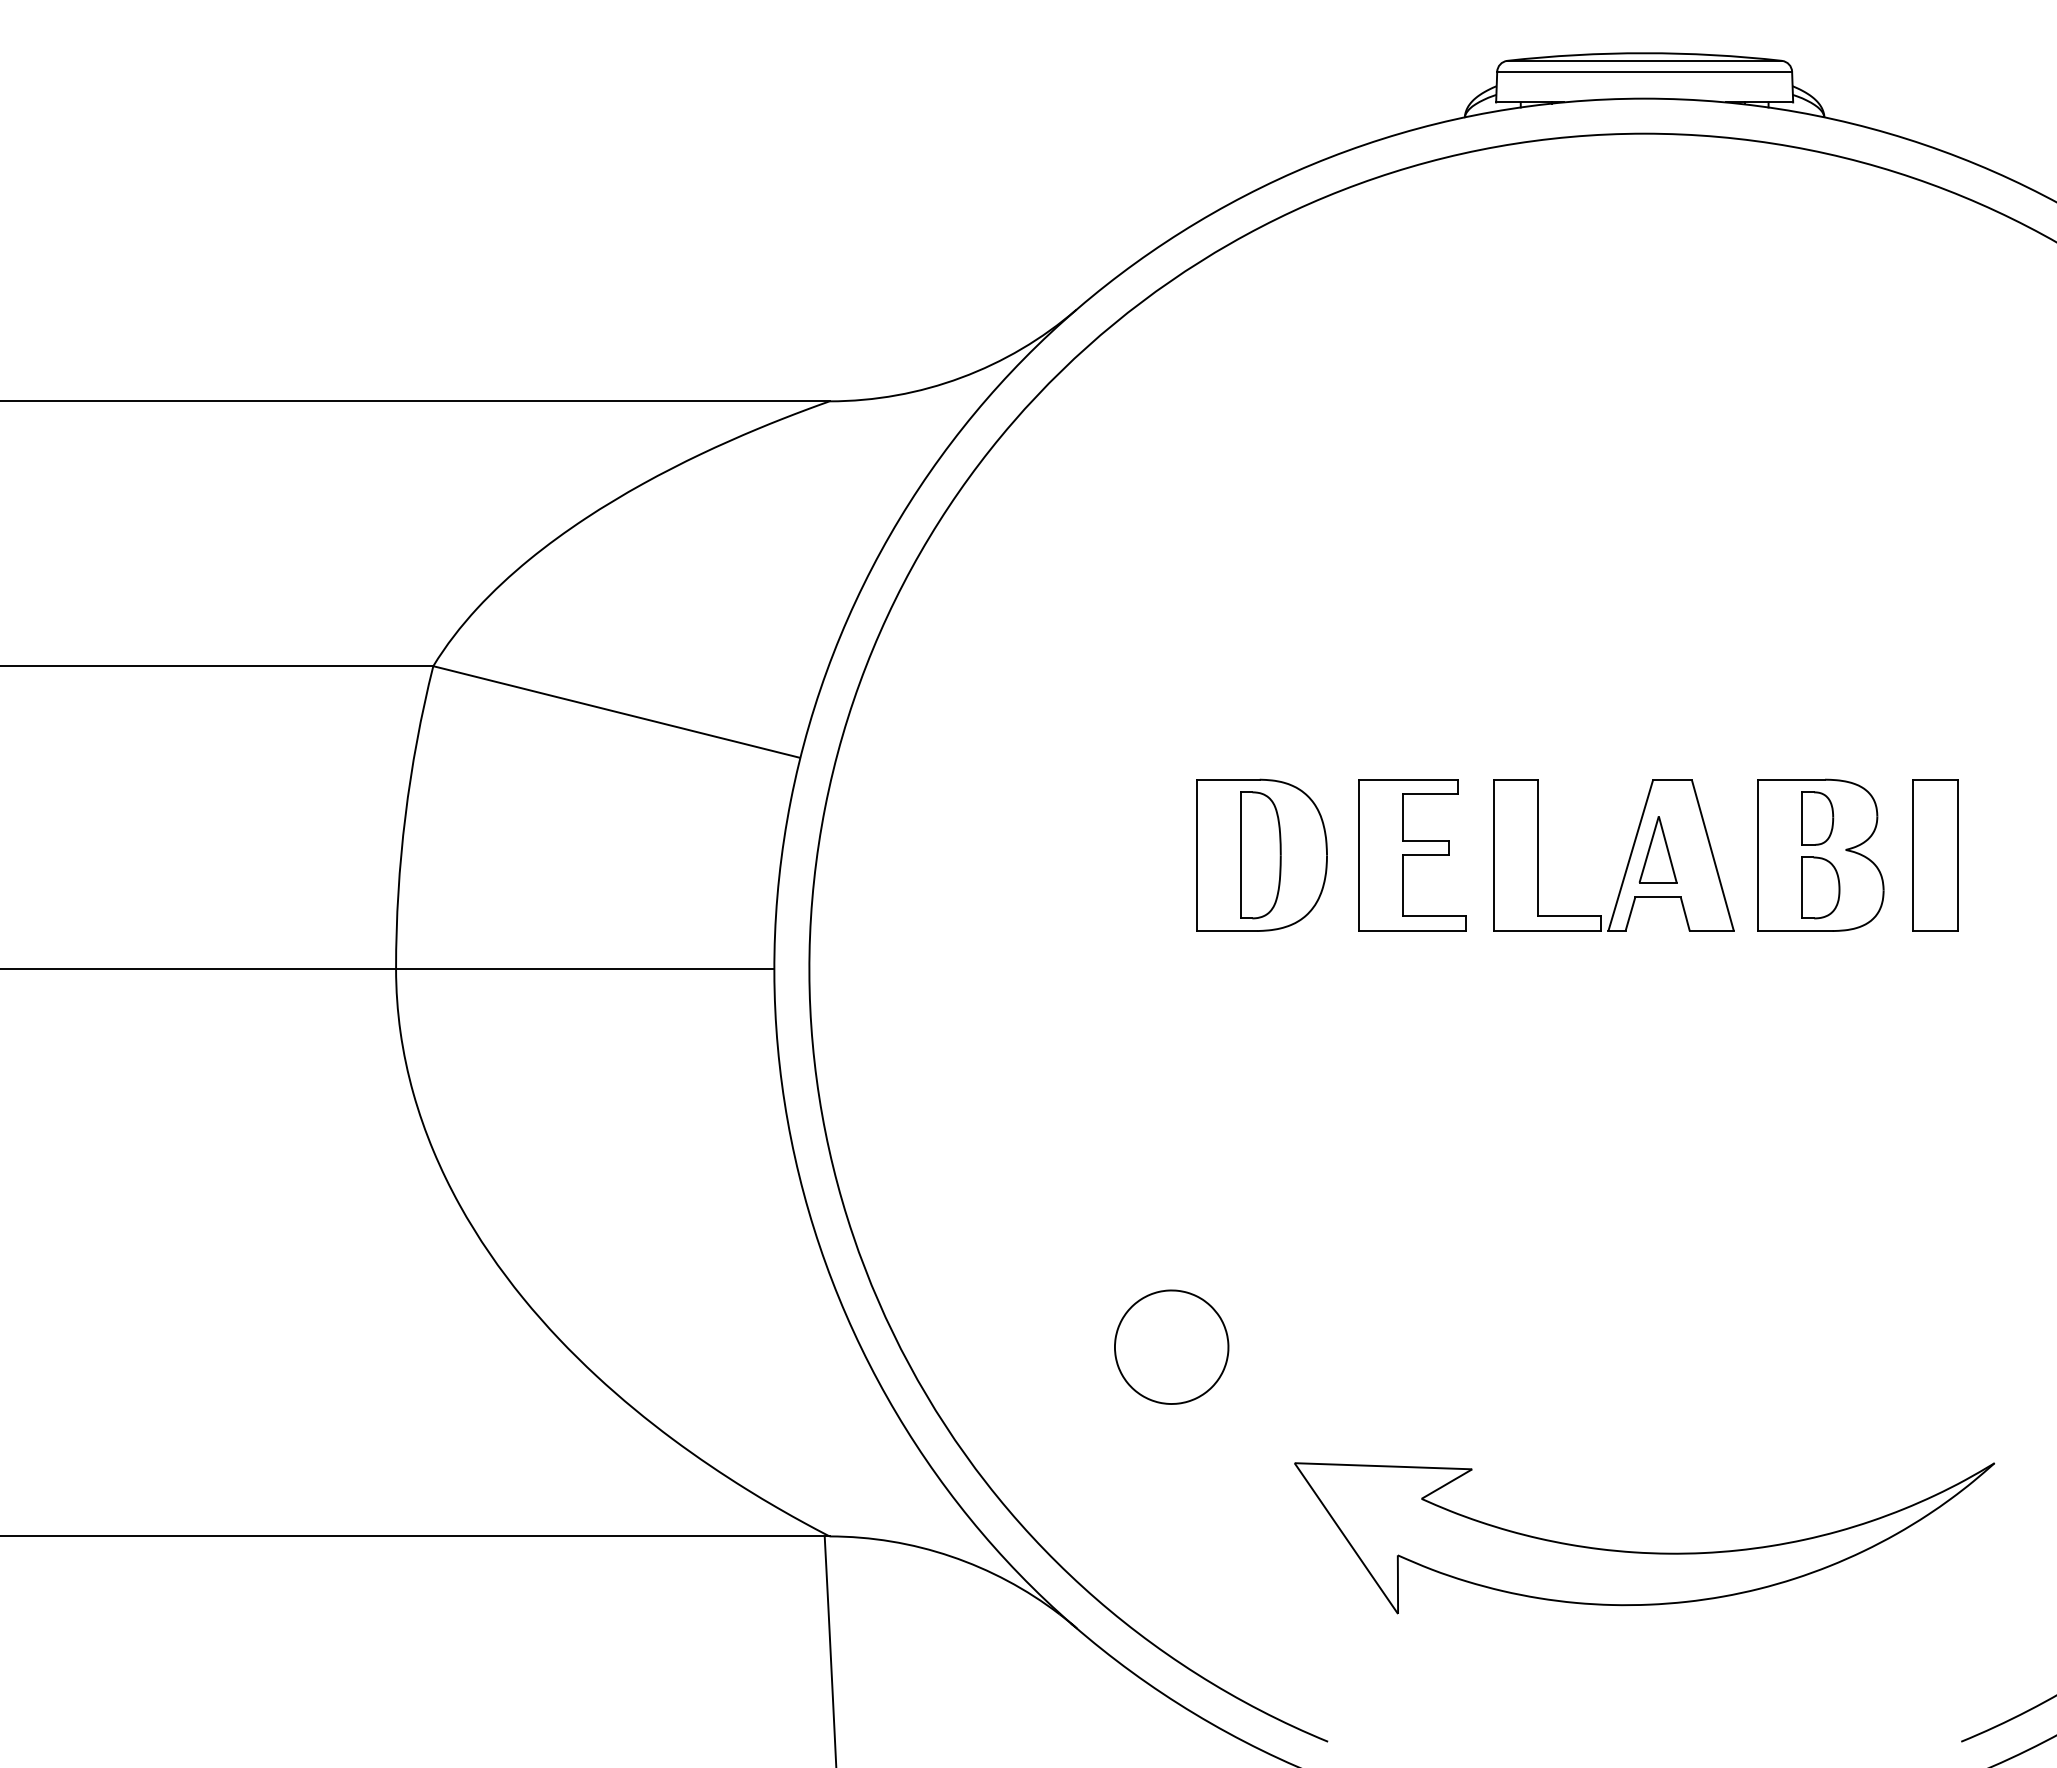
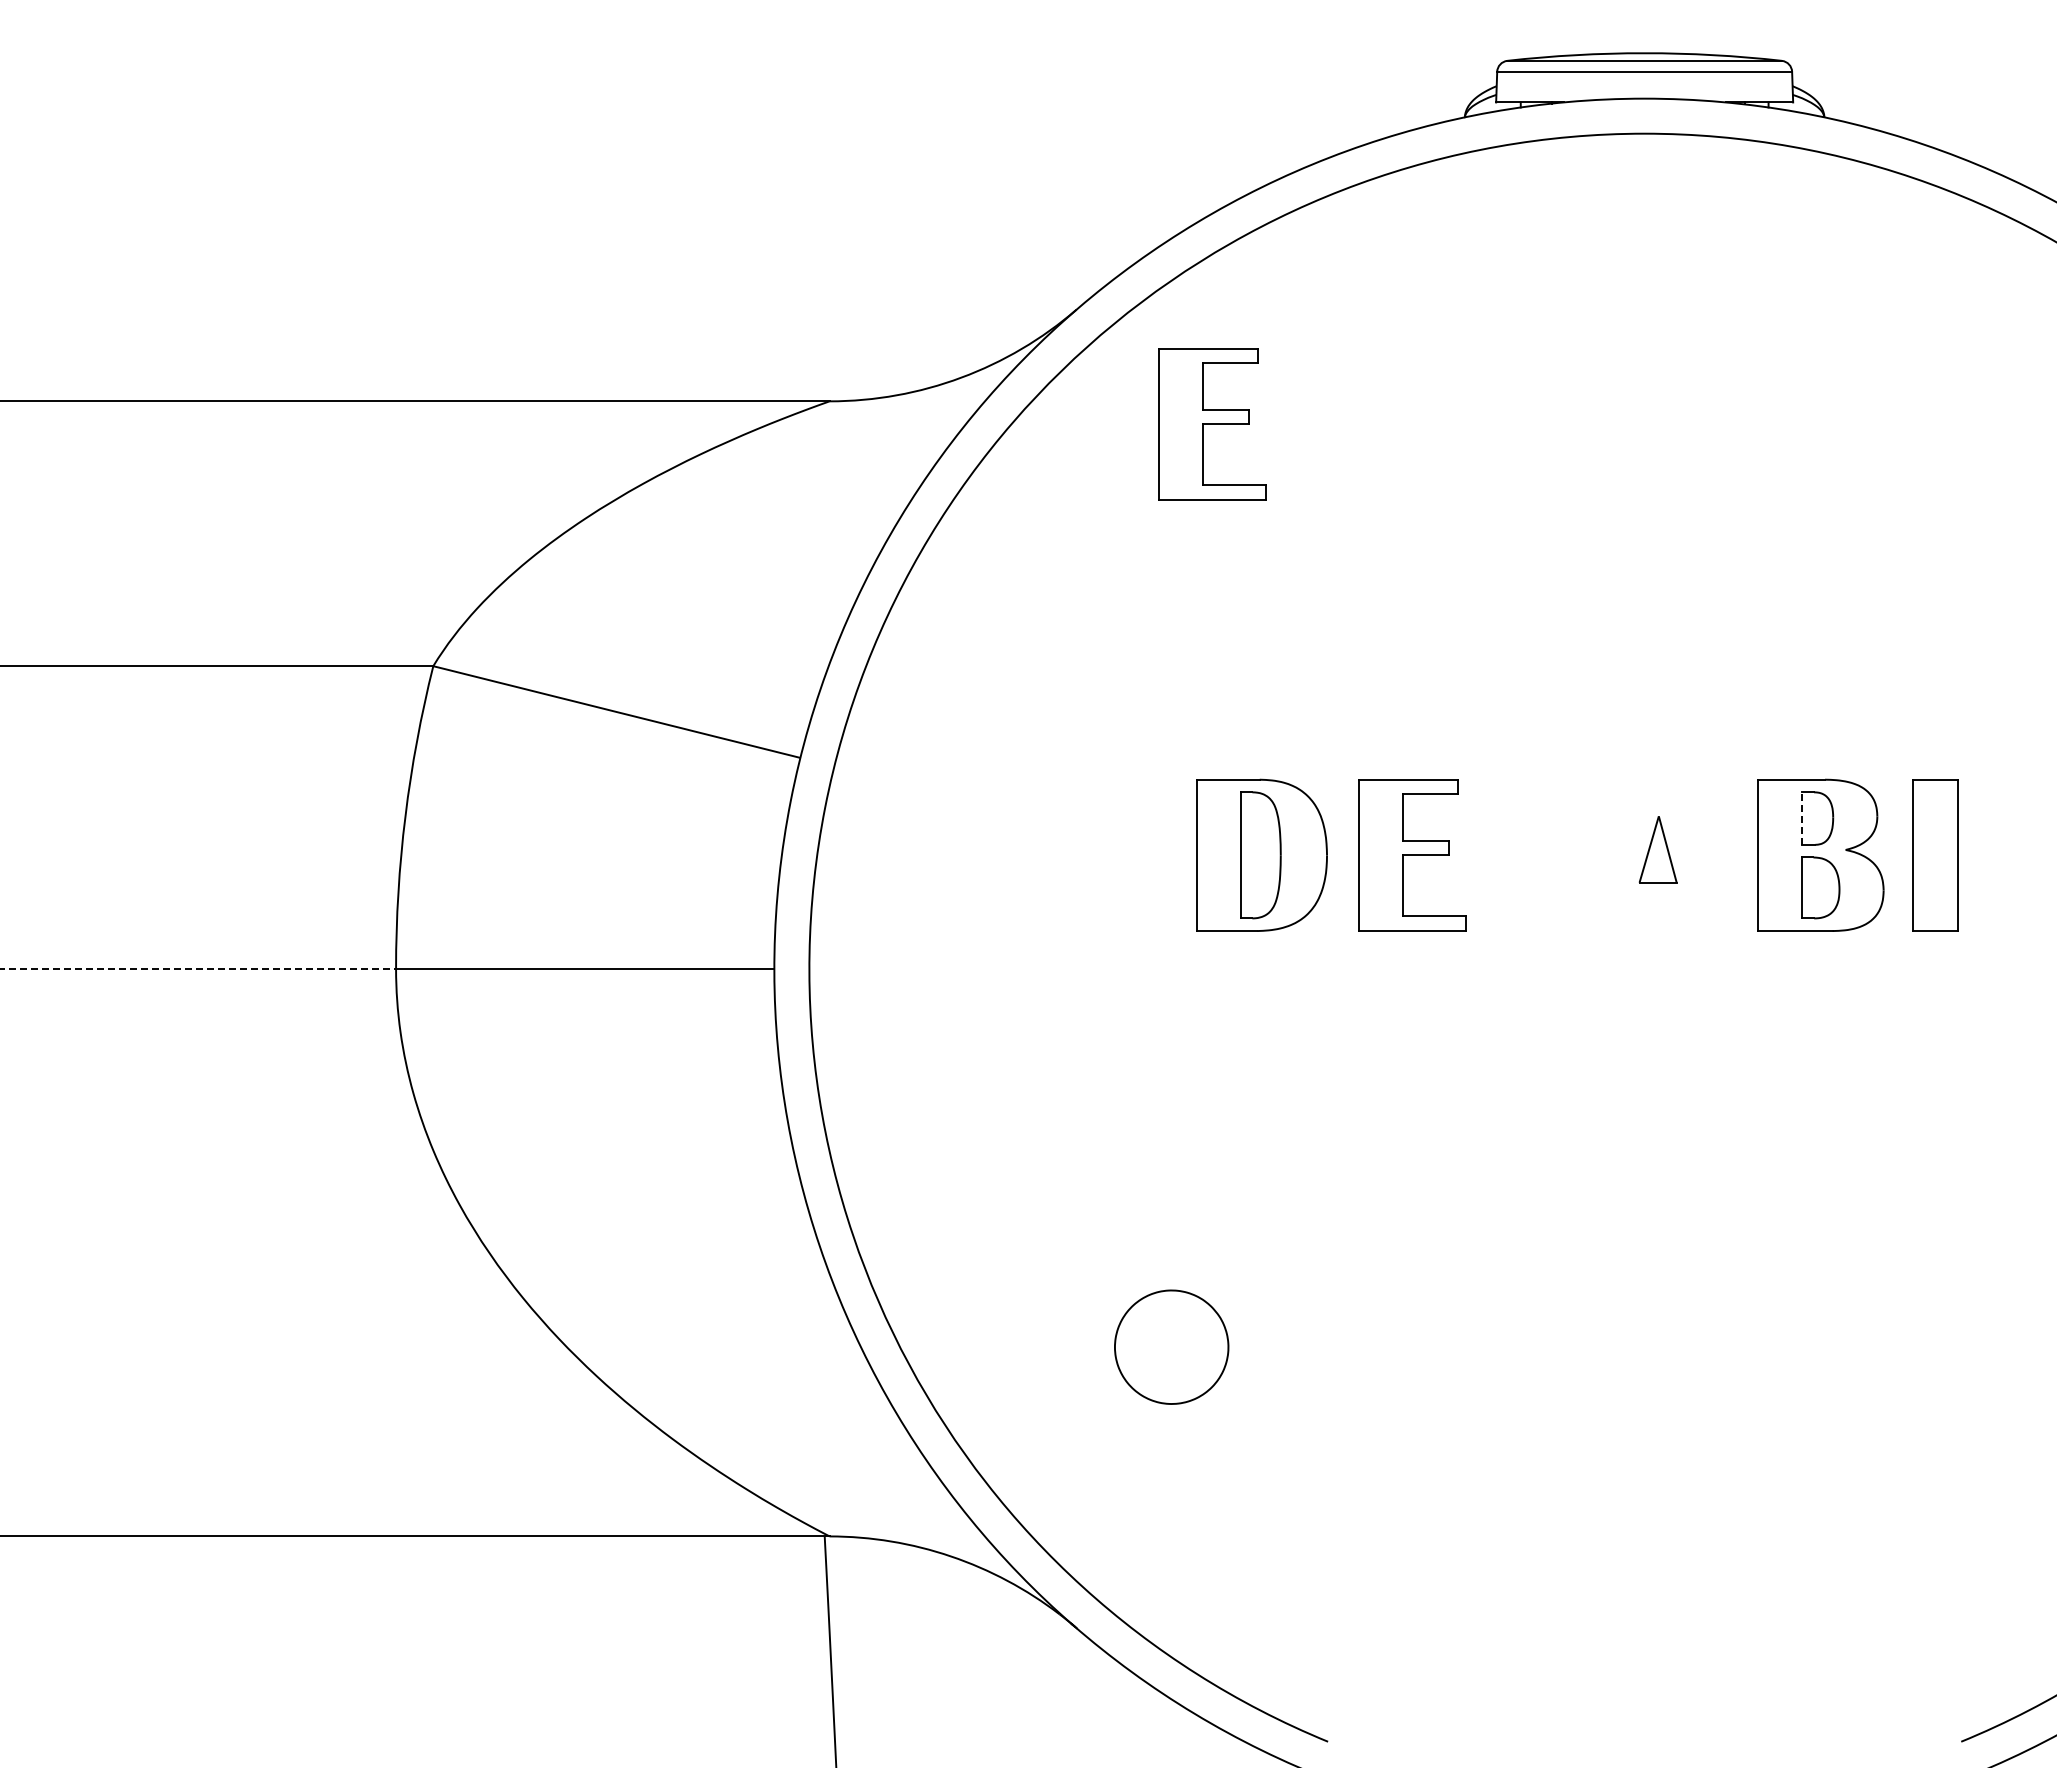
part at (1212, 424): none -> present
line at (1801, 818): solid -> dashed
part at (1628, 859): present -> none
line at (198, 968): solid -> dashed
part at (1641, 1551): present -> none
